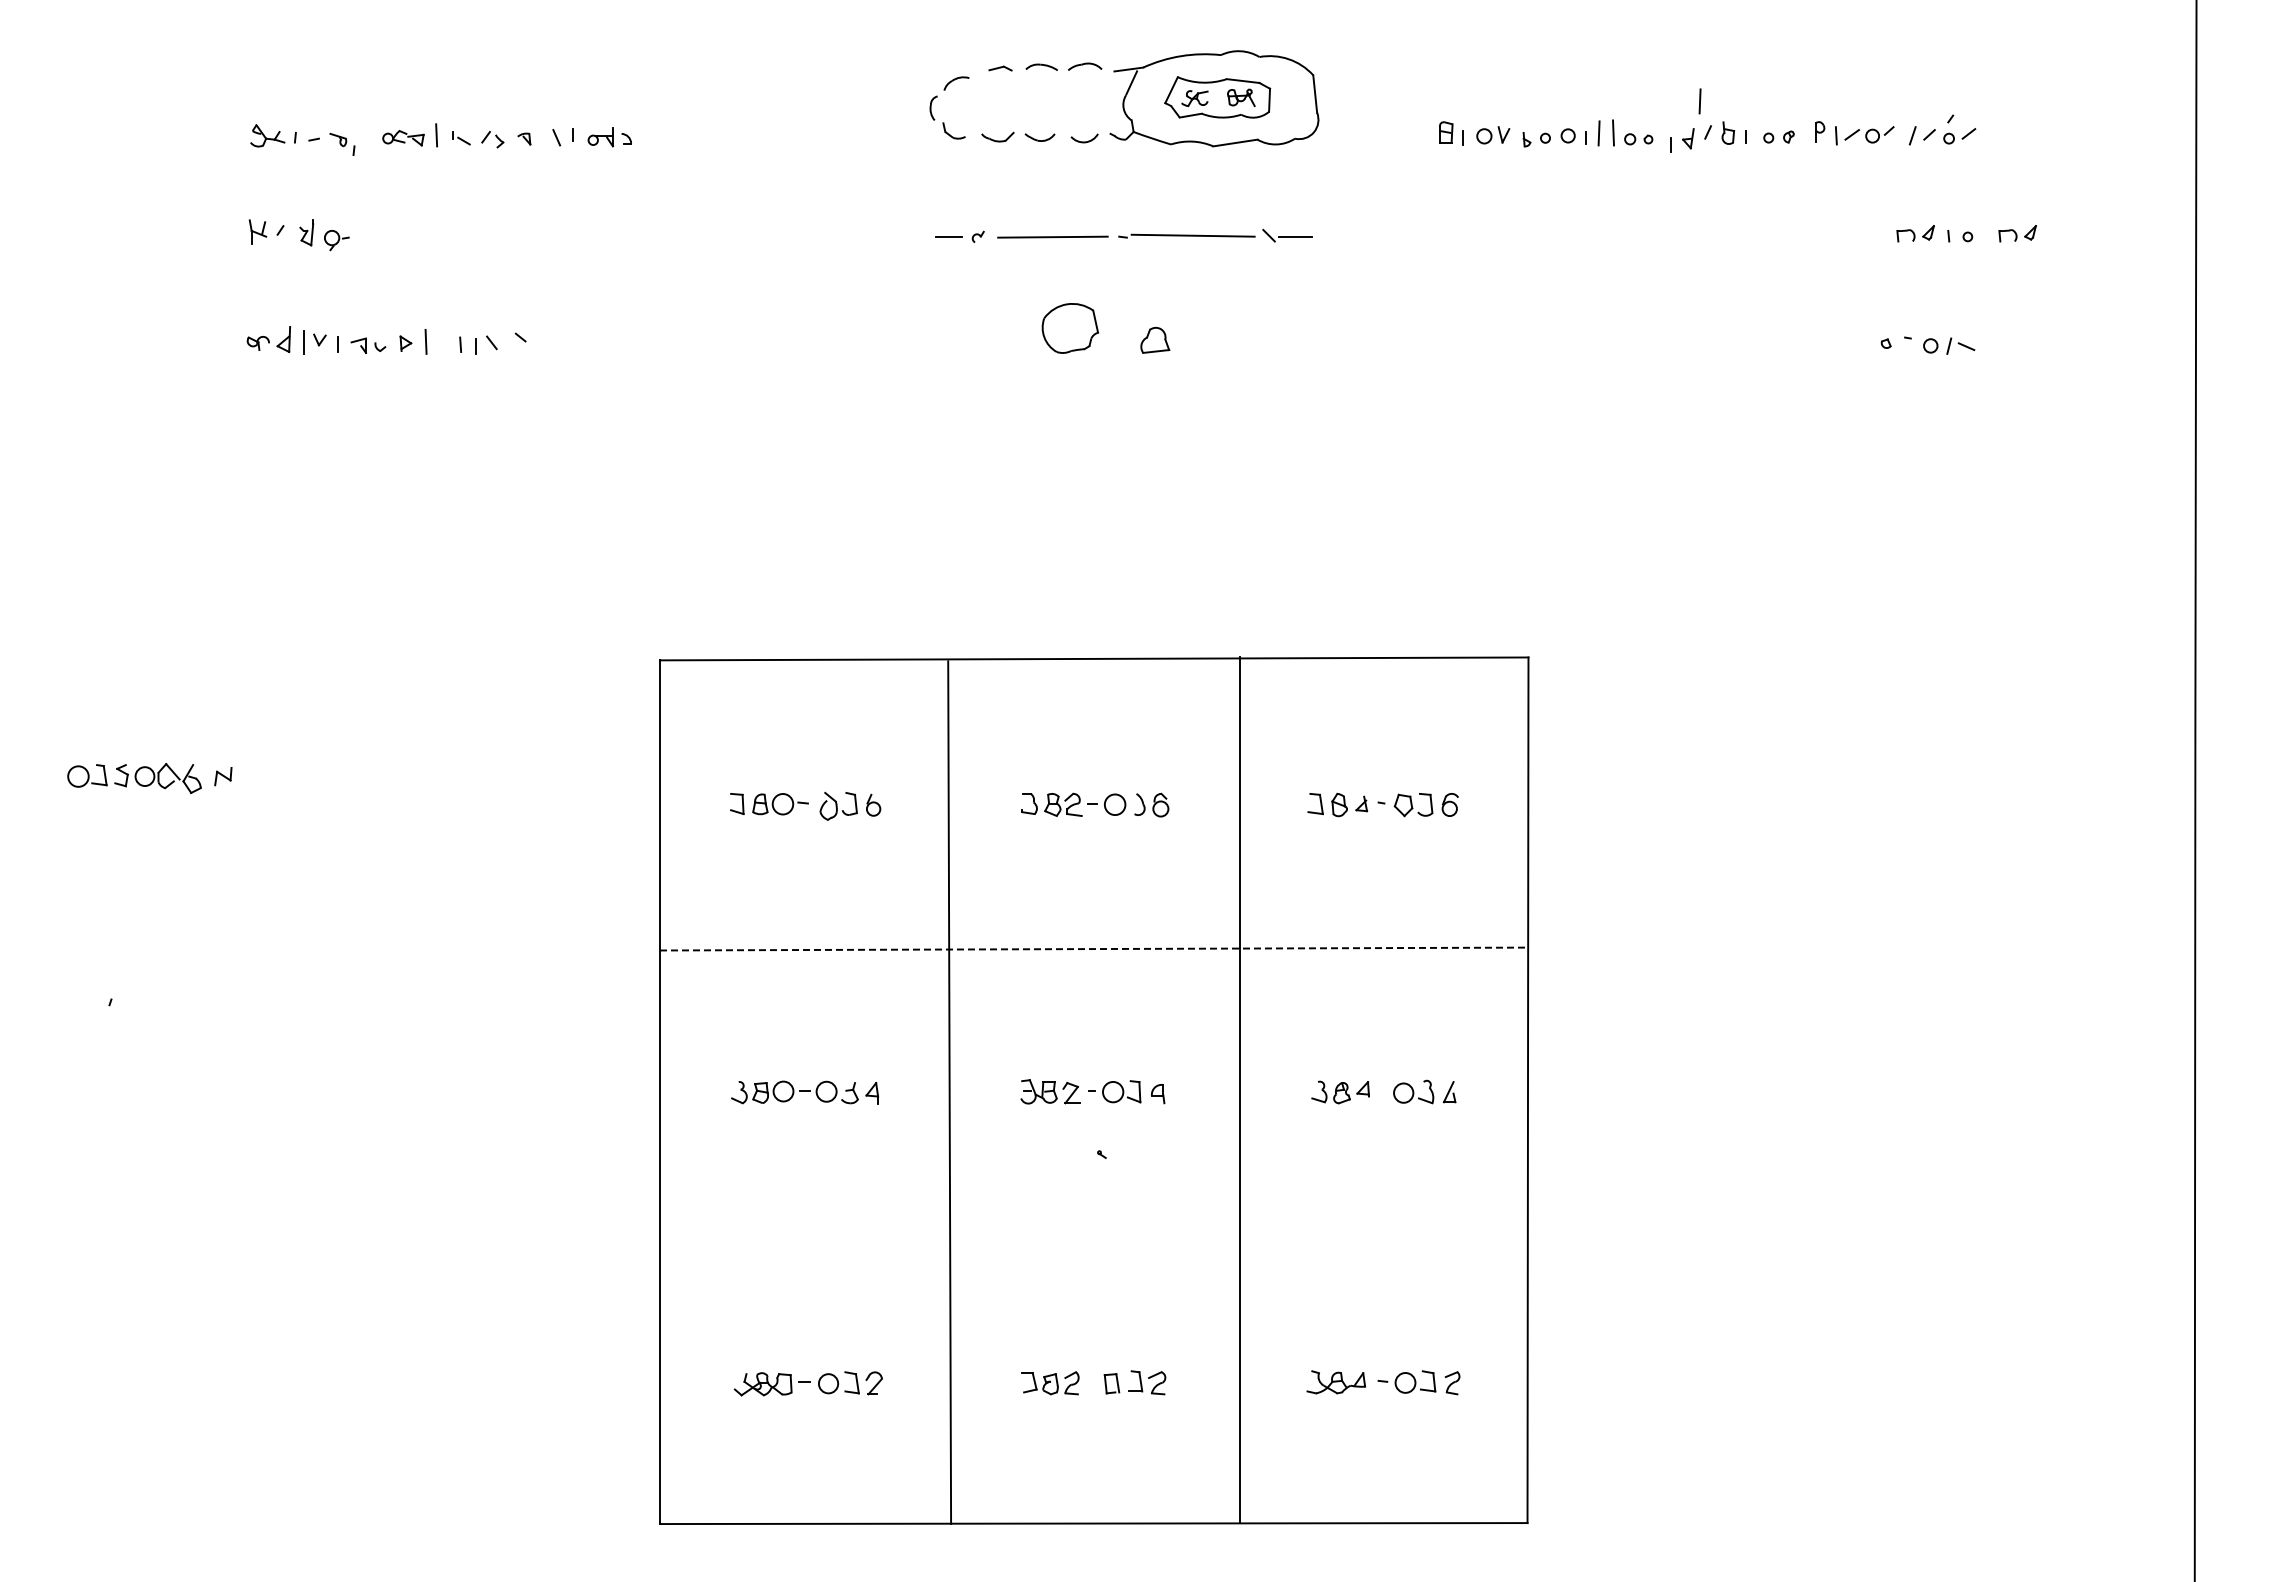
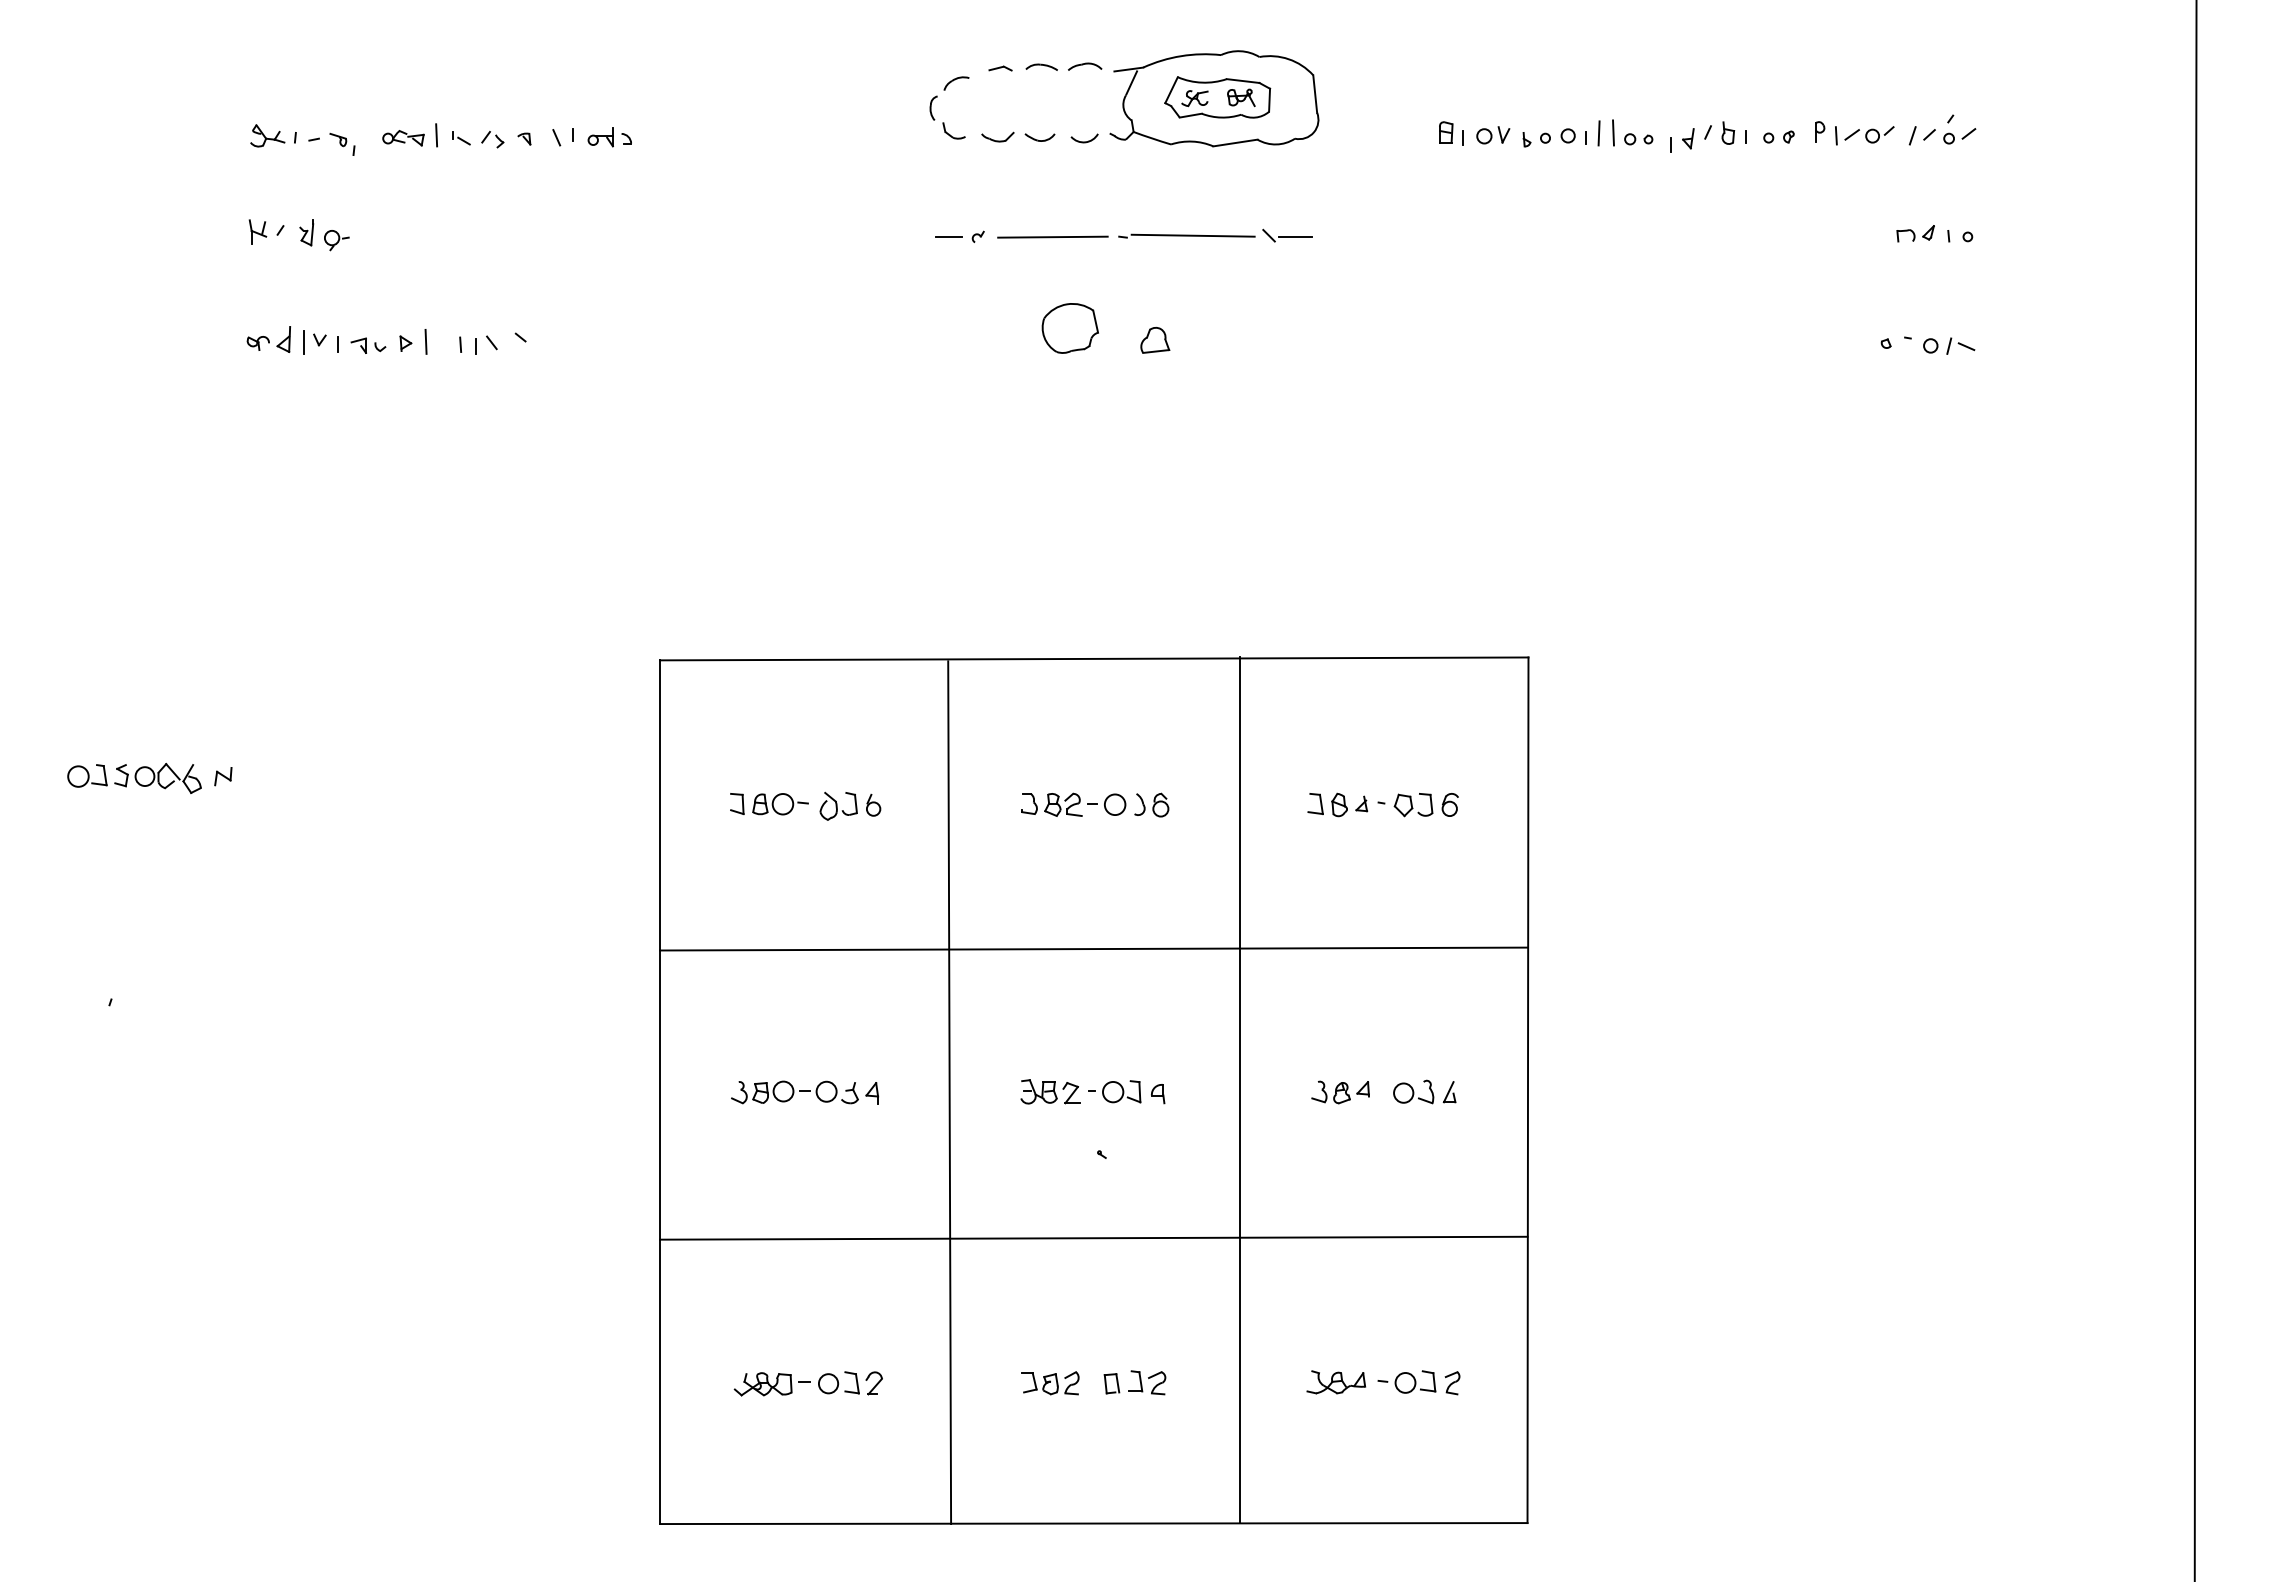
line at (1699, 101): present -> none
part at (2017, 233): present -> none
line at (1093, 949): dashed -> solid
line at (1093, 1237): none -> present
